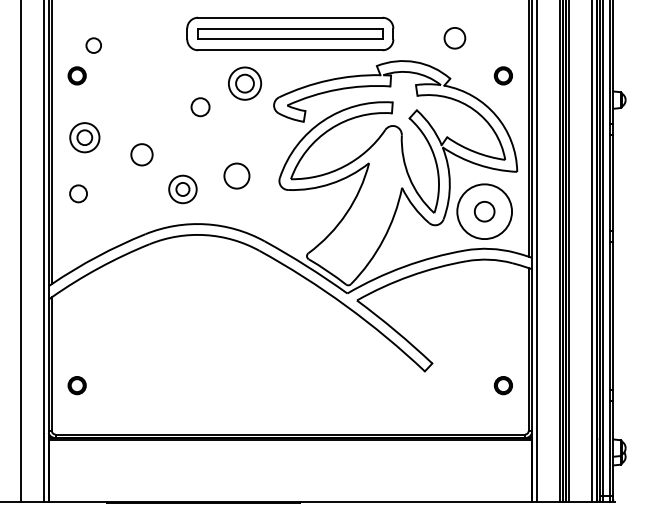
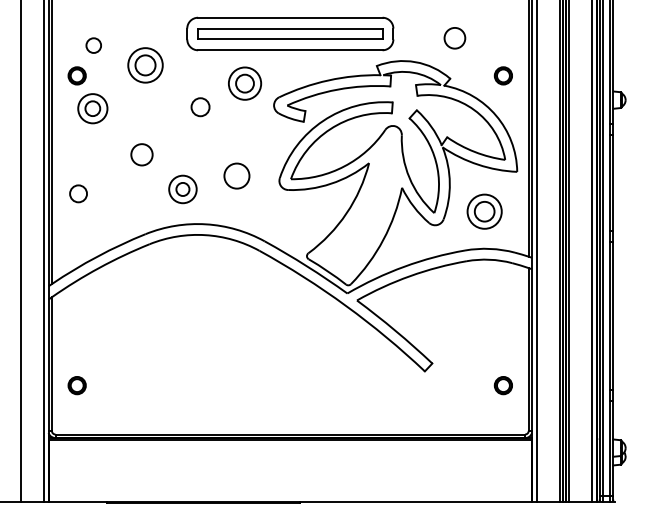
part at (145, 65): none -> present
part at (84, 137) position: (84, 137) -> (92, 108)
circle at (484, 211) diameter: 55 px -> 34 px
